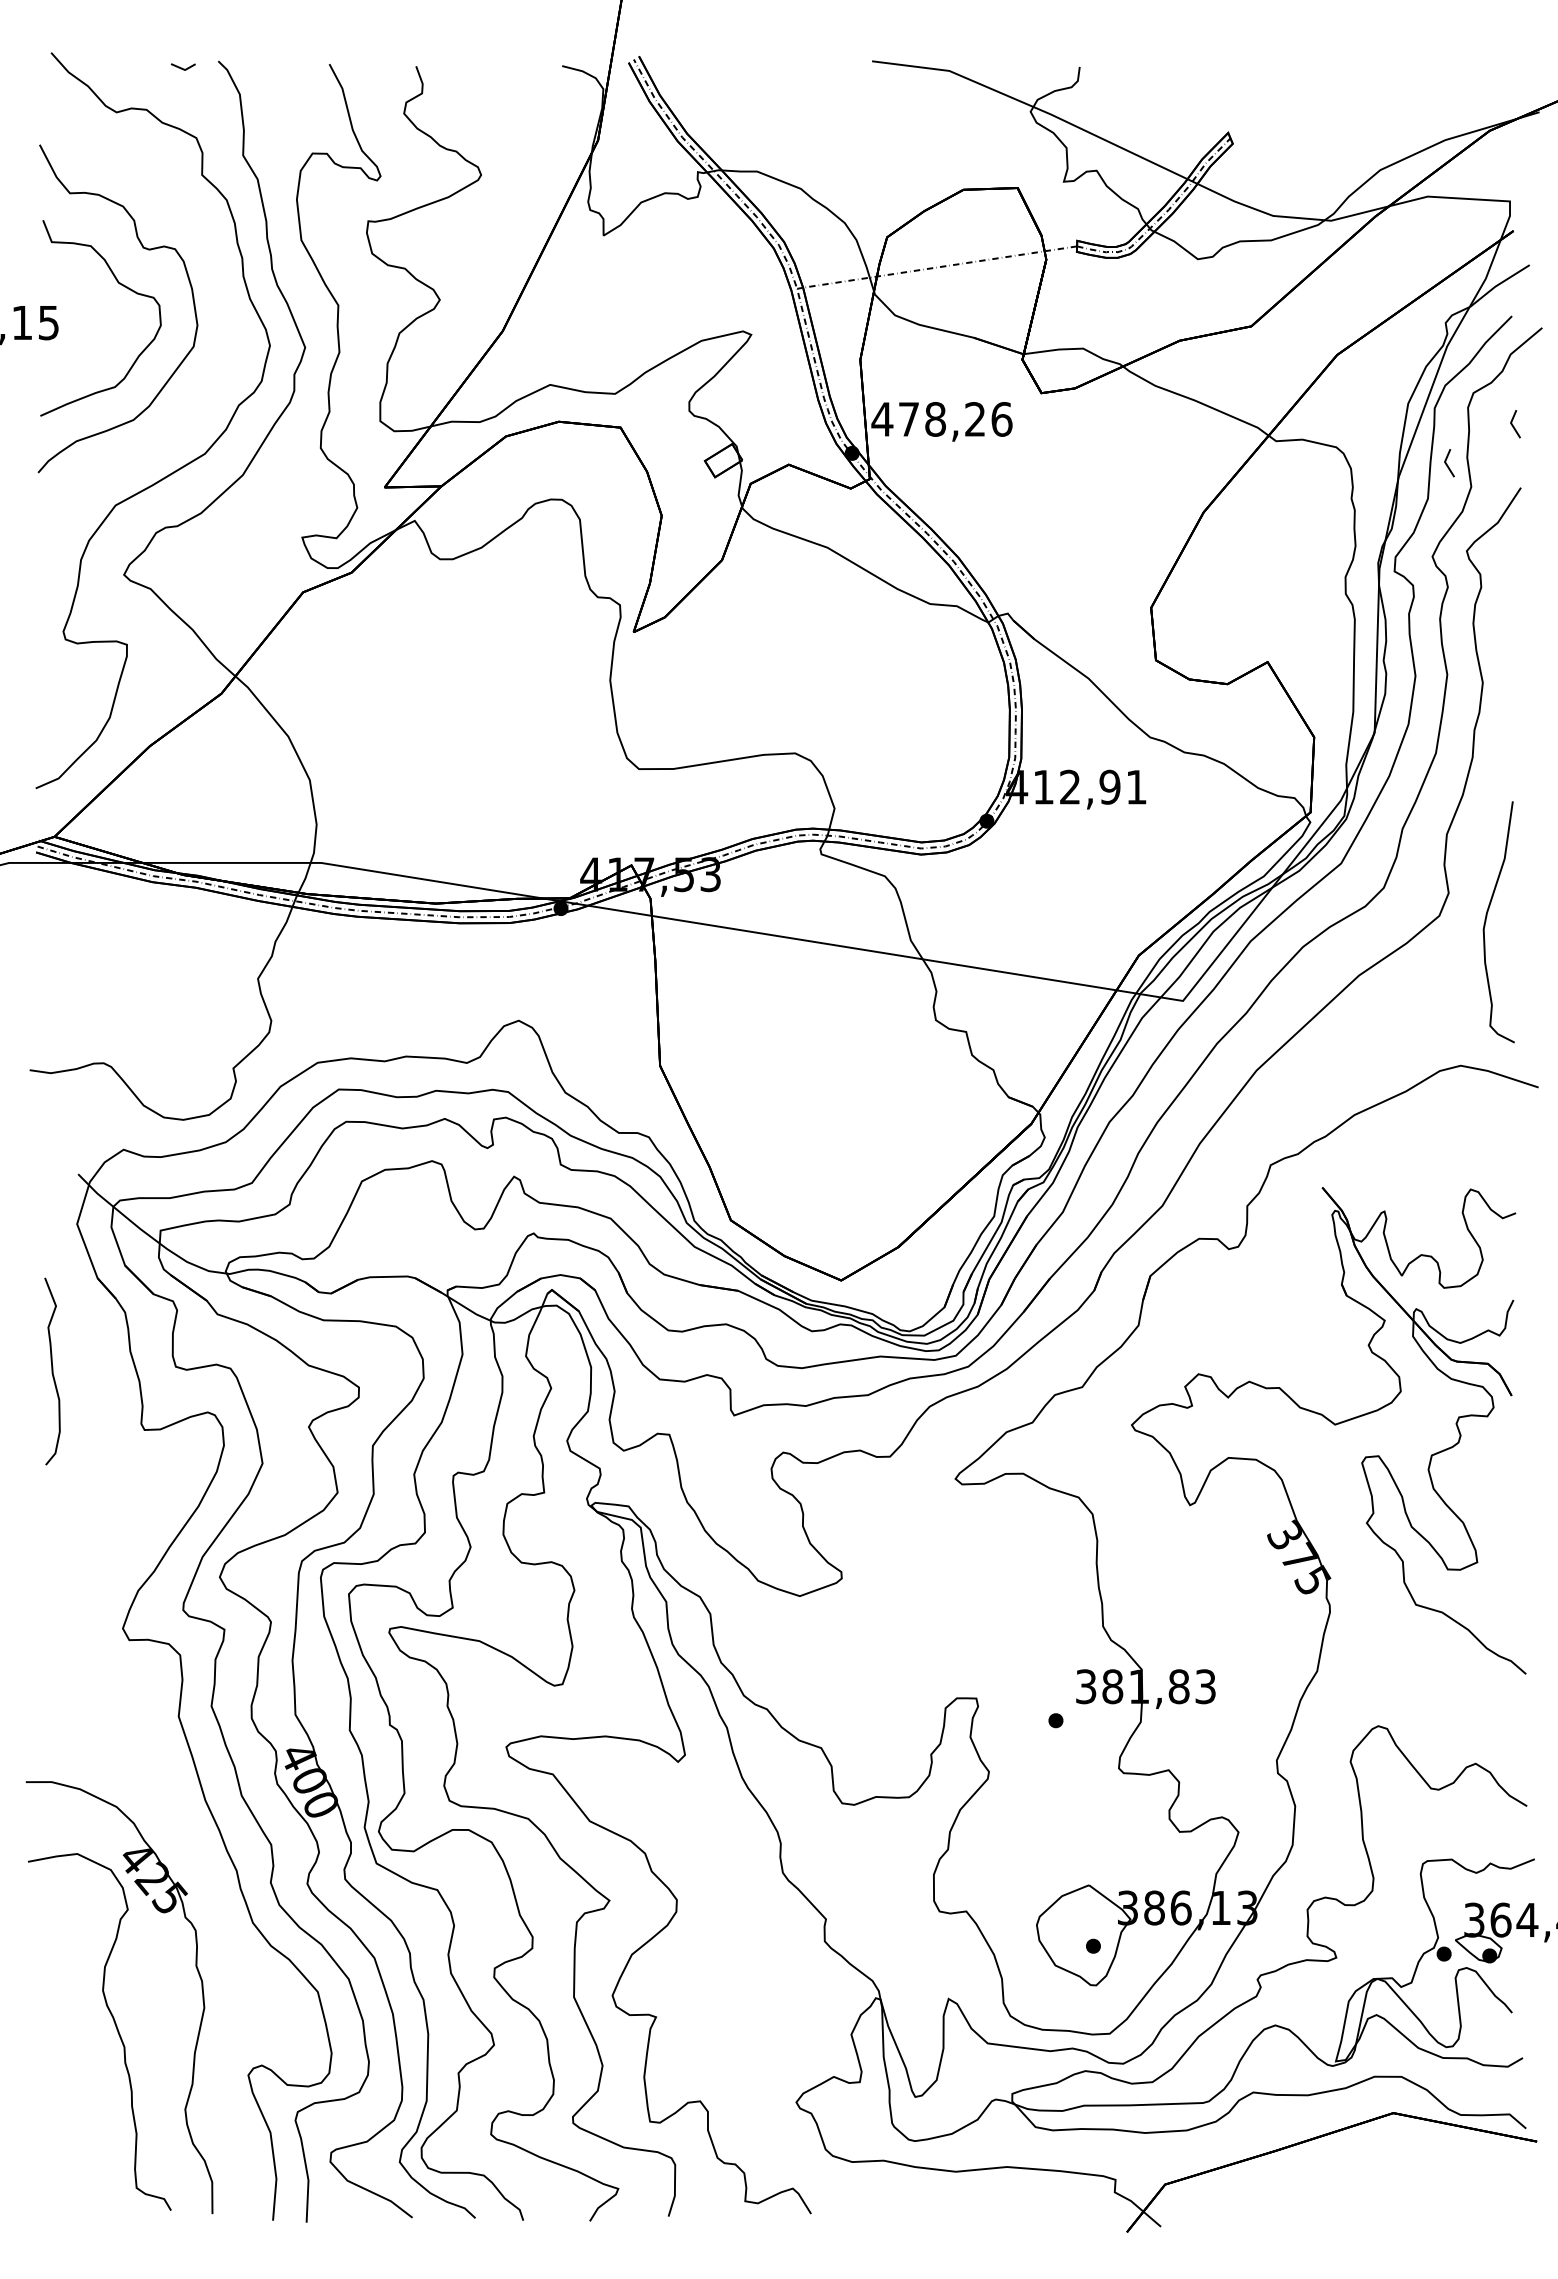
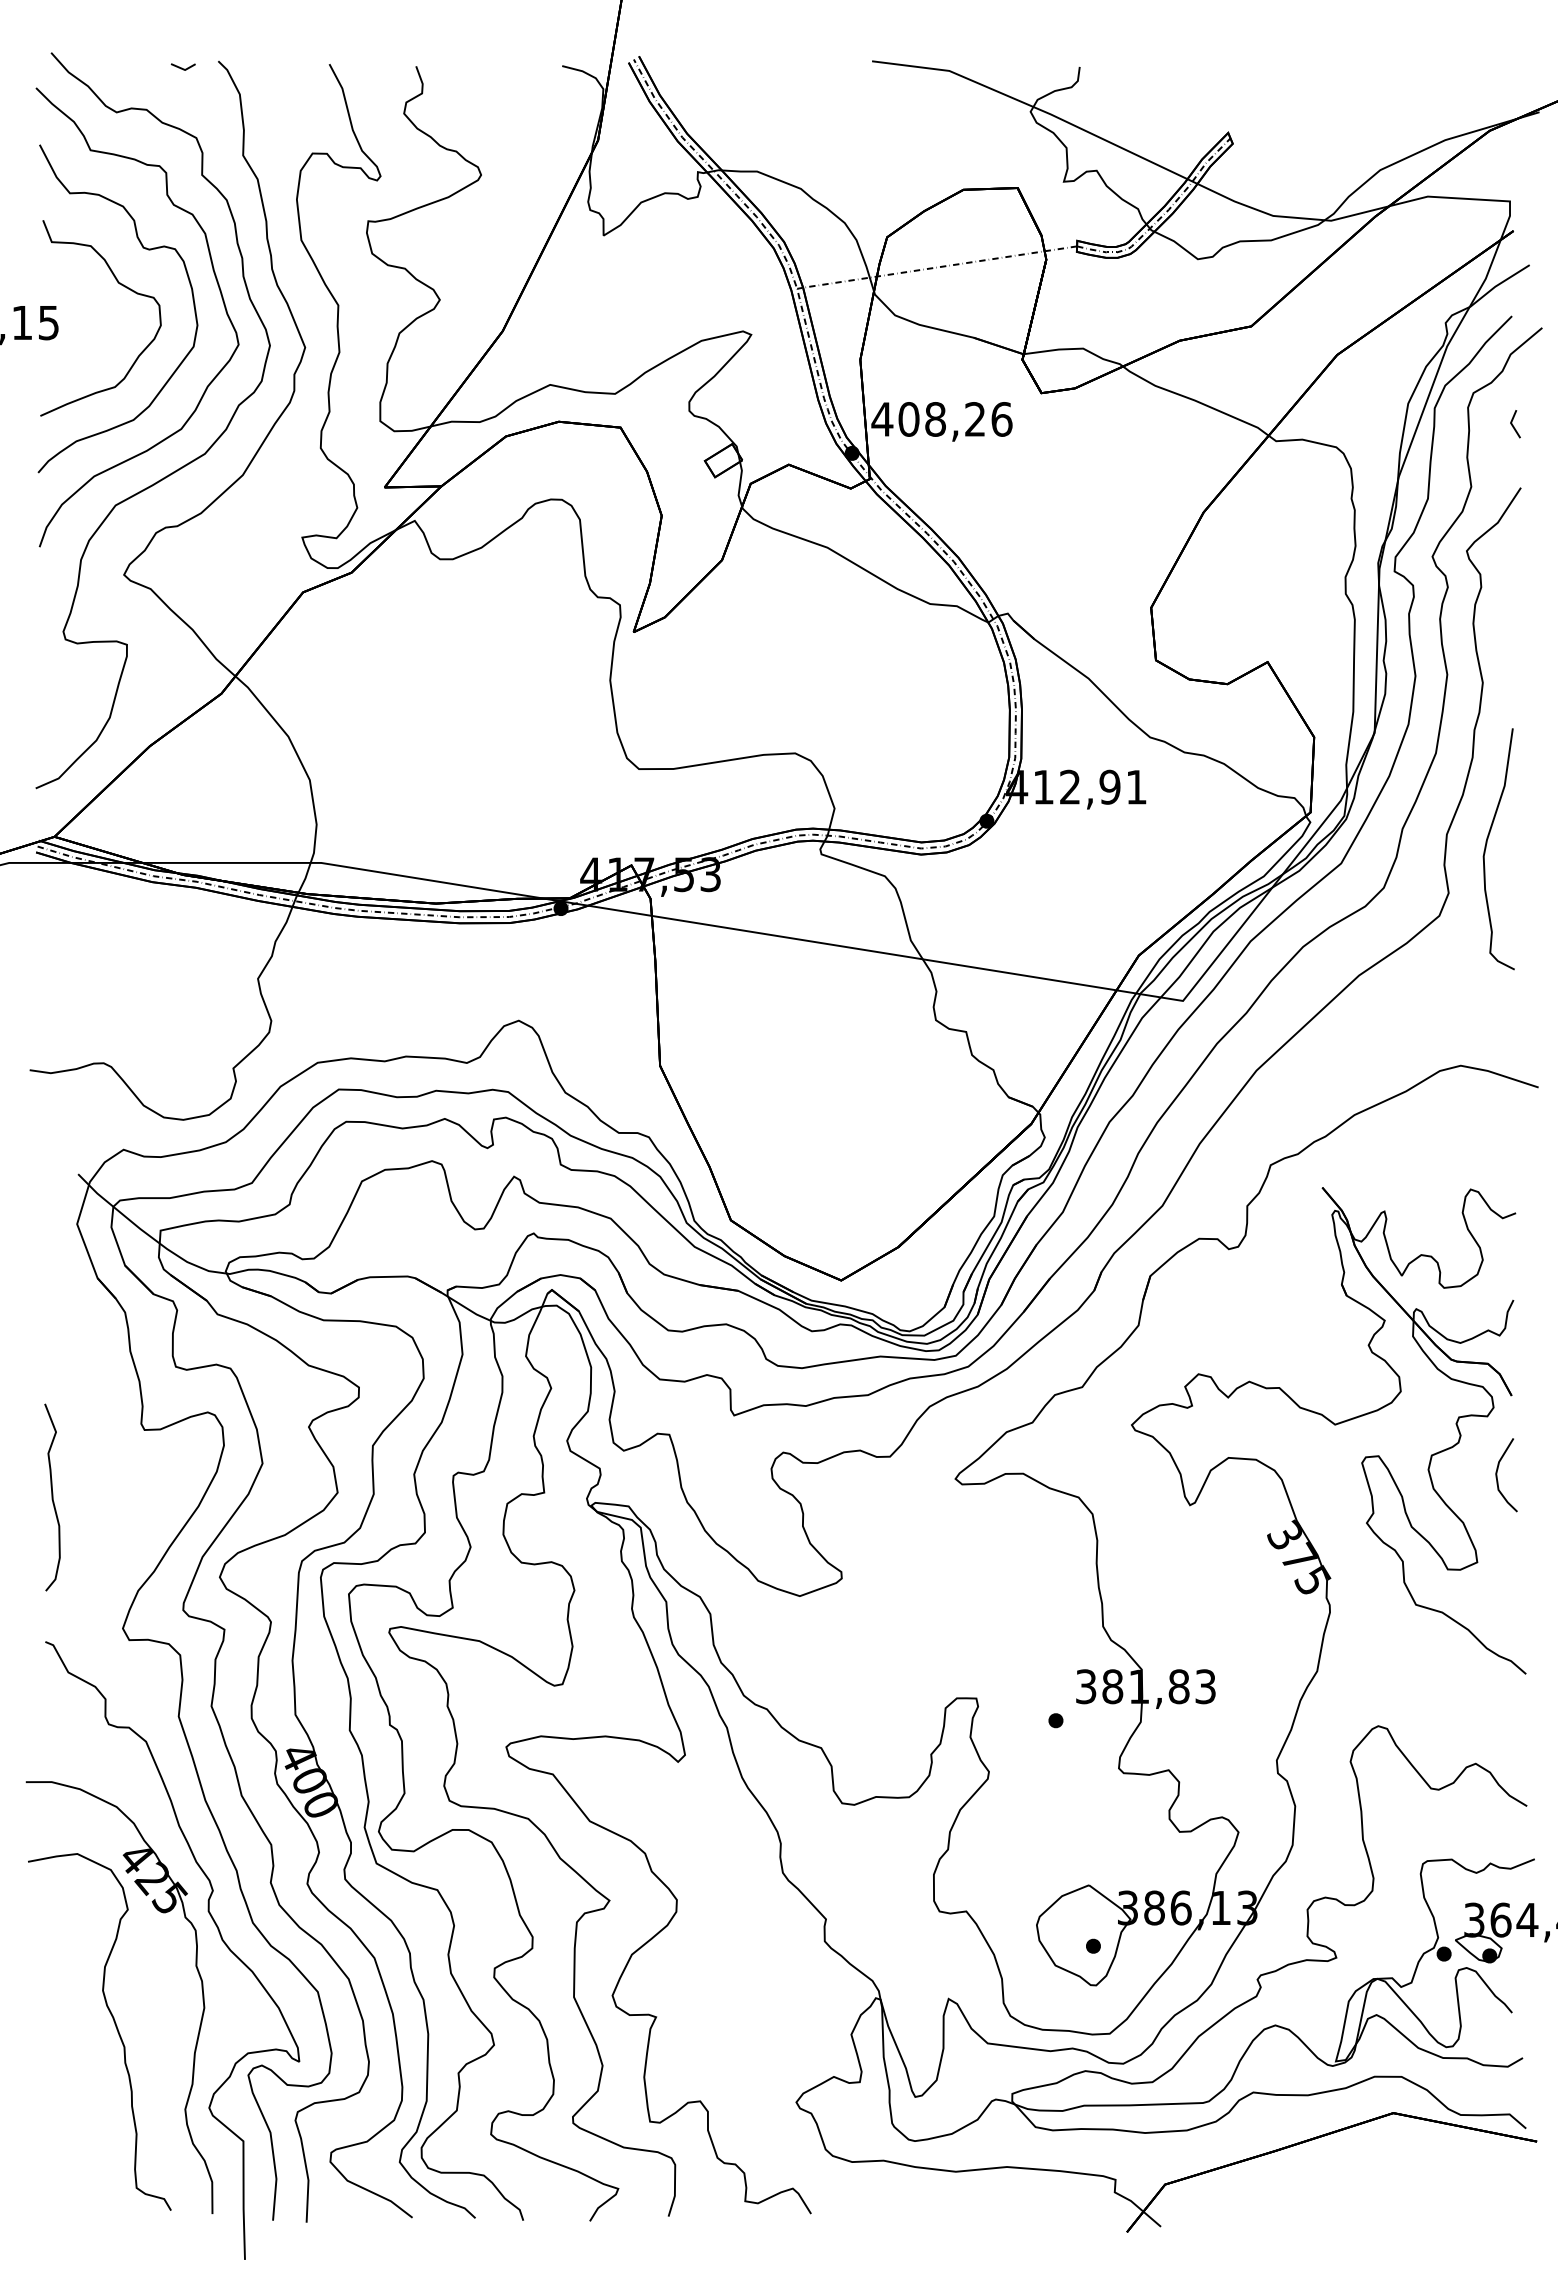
curve at (219, 291): none -> present
text at (908, 419): 478,26 -> 408,26
line at (1447, 464): present -> none
curve at (1486, 921) position: (1486, 921) -> (1486, 848)
curve at (52, 1371) position: (52, 1371) -> (52, 1497)
curve at (1497, 1475): none -> present
curve at (219, 1935): none -> present
